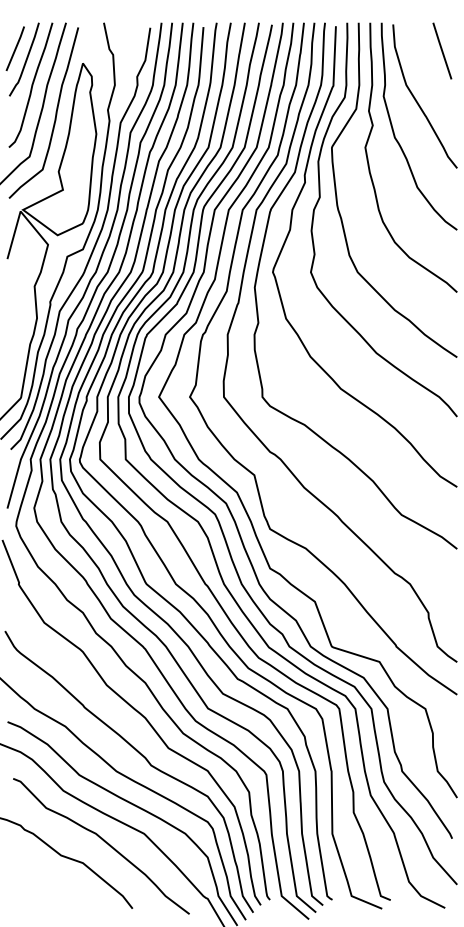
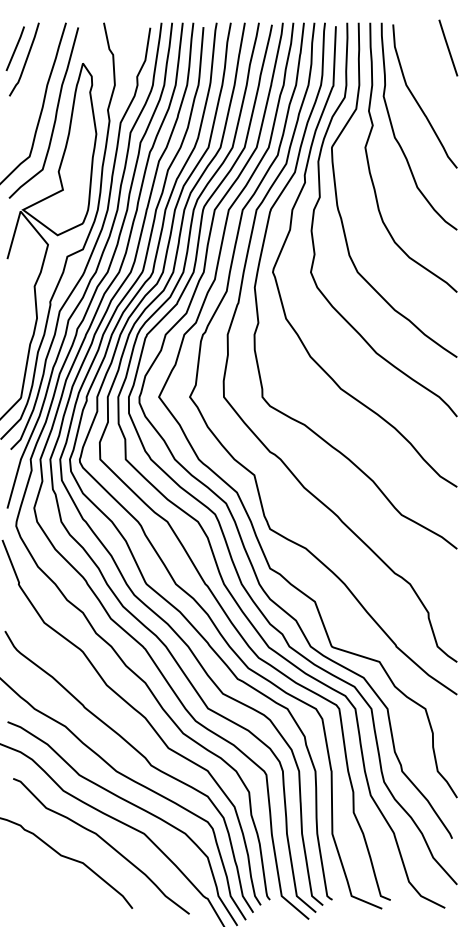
line at (442, 50) position: (442, 50) -> (448, 47)
curve at (31, 84): present -> none
